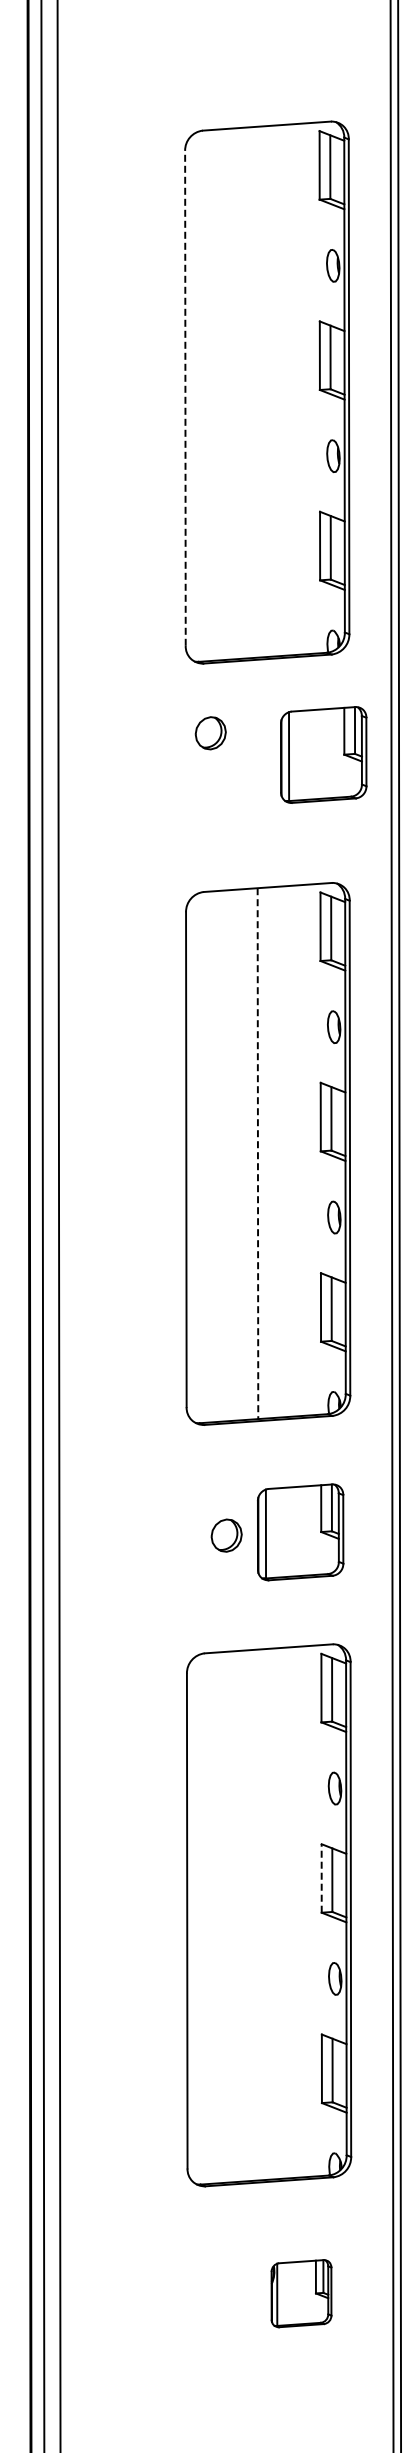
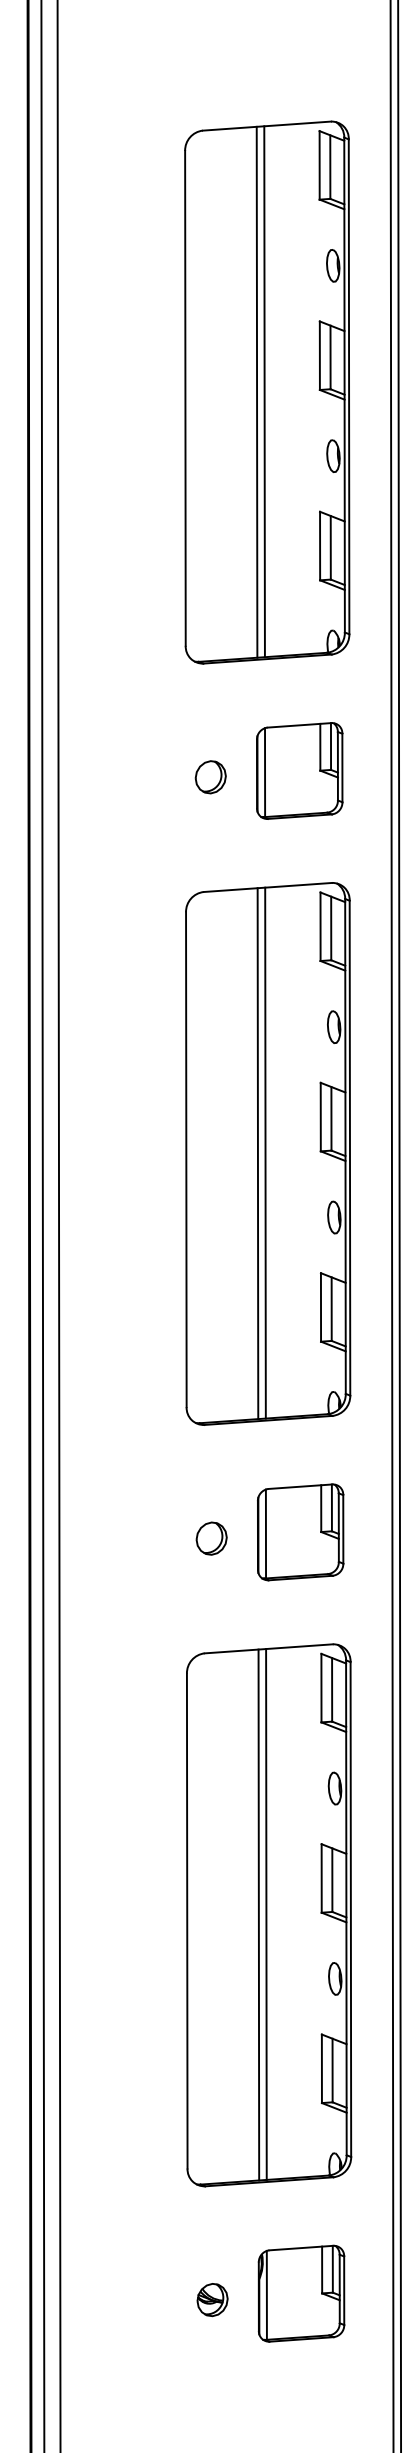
line at (256, 391): none -> present
line at (264, 391): none -> present
line at (185, 397): dashed -> solid
part at (210, 733) position: (210, 733) -> (210, 777)
part at (323, 754) position: (323, 754) -> (299, 770)
line at (265, 1152): none -> present
line at (257, 1154): dashed -> solid
part at (226, 1535) position: (226, 1535) -> (211, 1538)
line at (321, 1877): dashed -> solid
line at (258, 1914): none -> present
line at (266, 1914): none -> present
part at (301, 2293) size: 63x70 px -> 89x99 px
part at (212, 2300): none -> present
